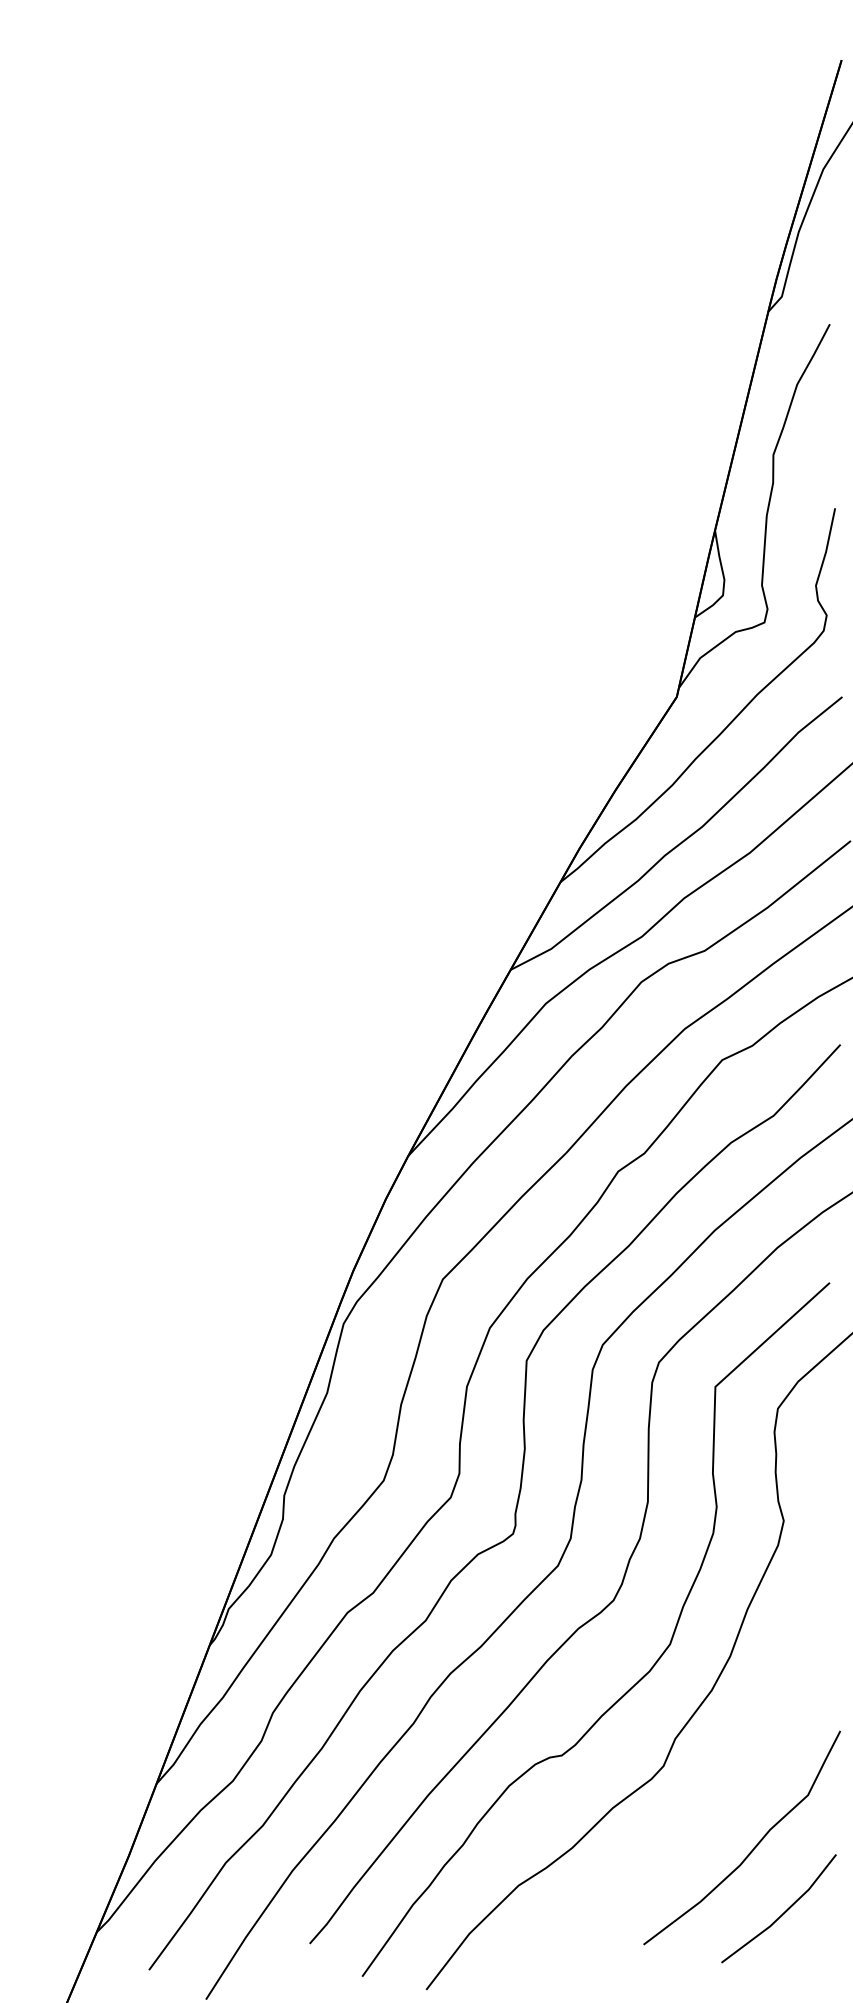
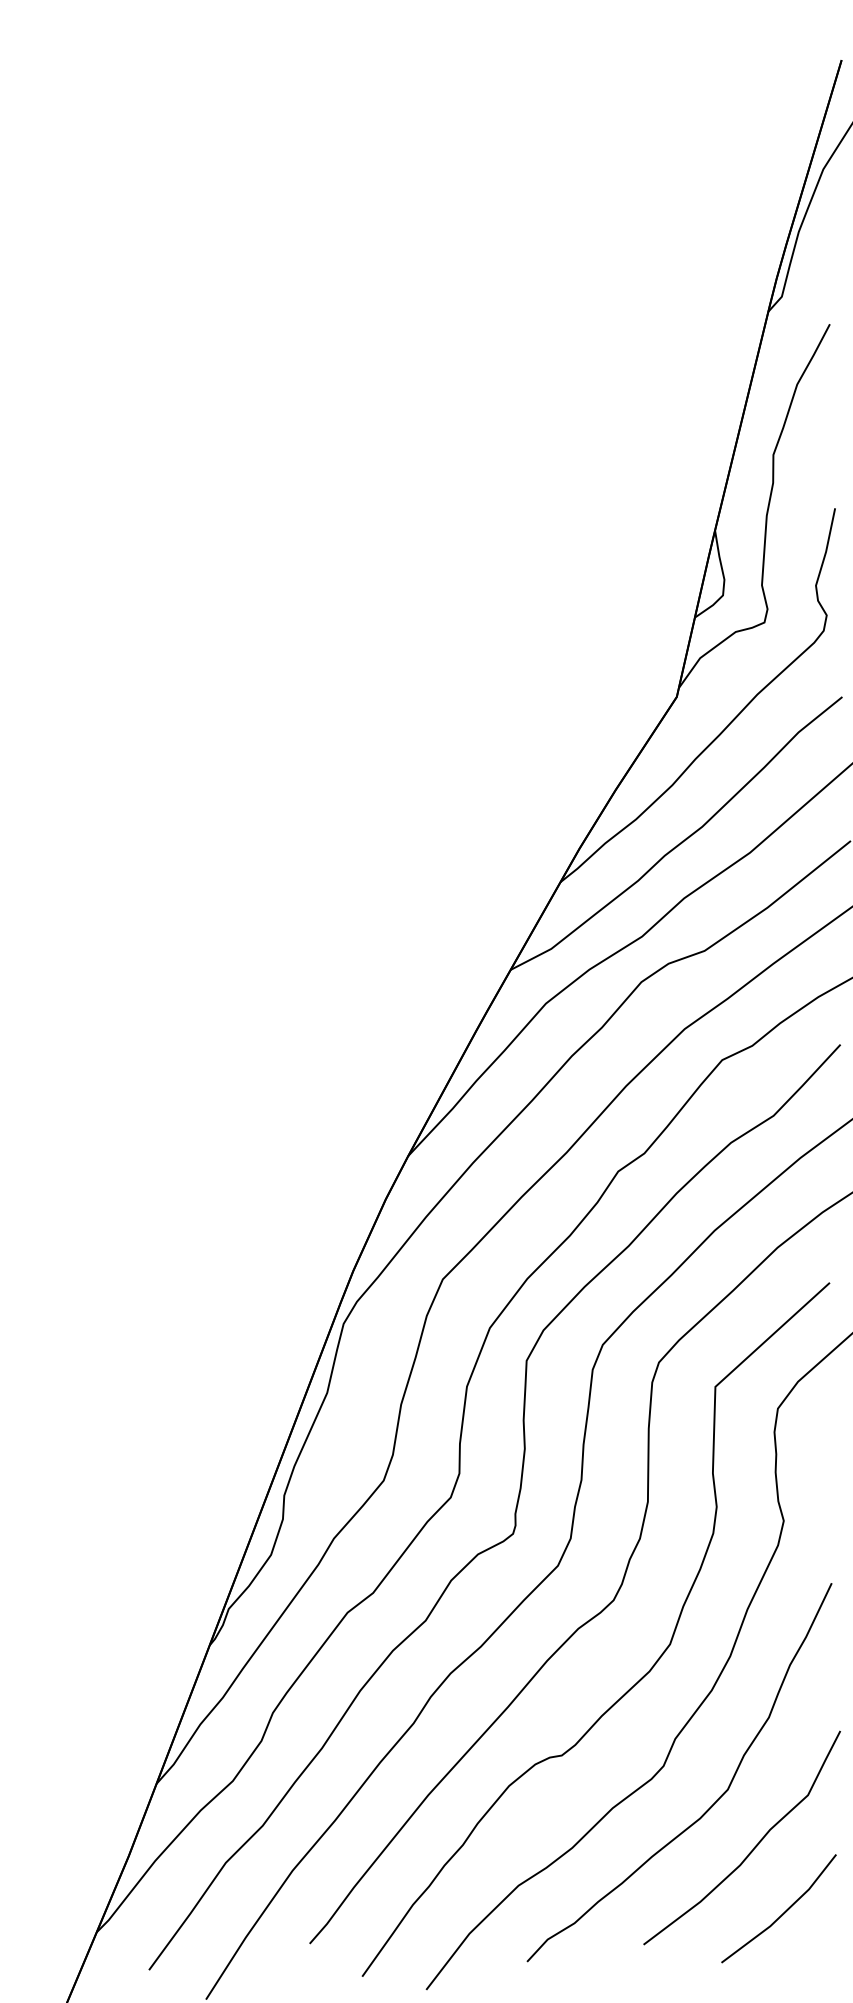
curve at (712, 1804): none -> present
